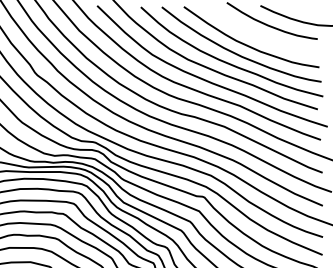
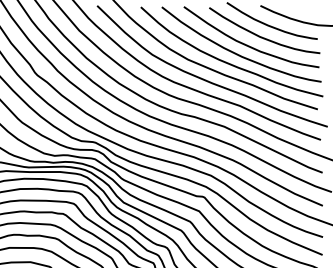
curve at (262, 36): none -> present
